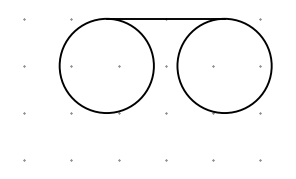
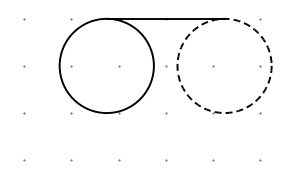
circle at (224, 65): solid -> dashed
